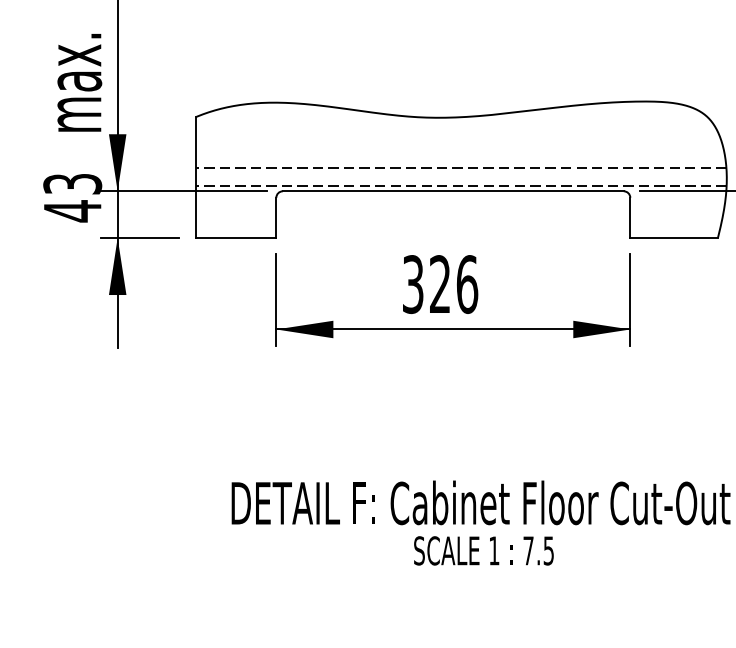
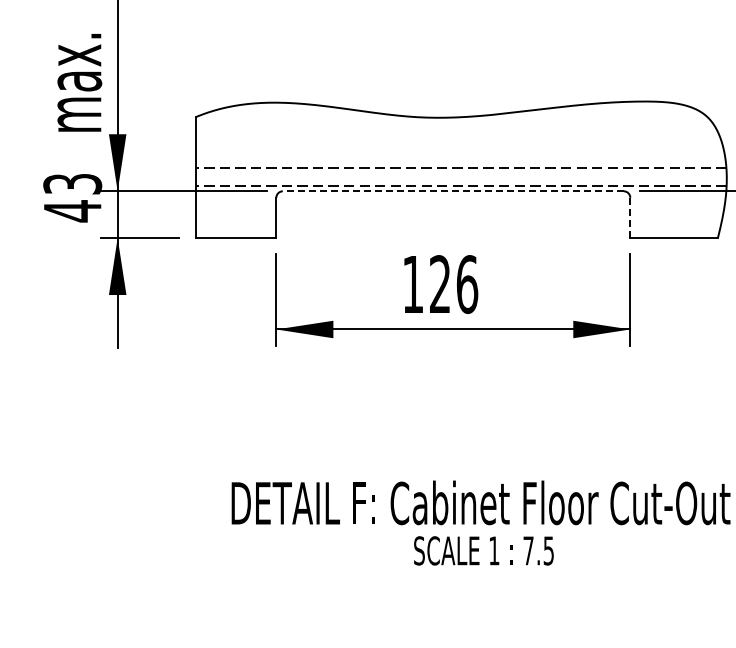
line at (452, 191): solid -> dashed
line at (630, 217): solid -> dashed
text at (413, 284): 326 -> 126
